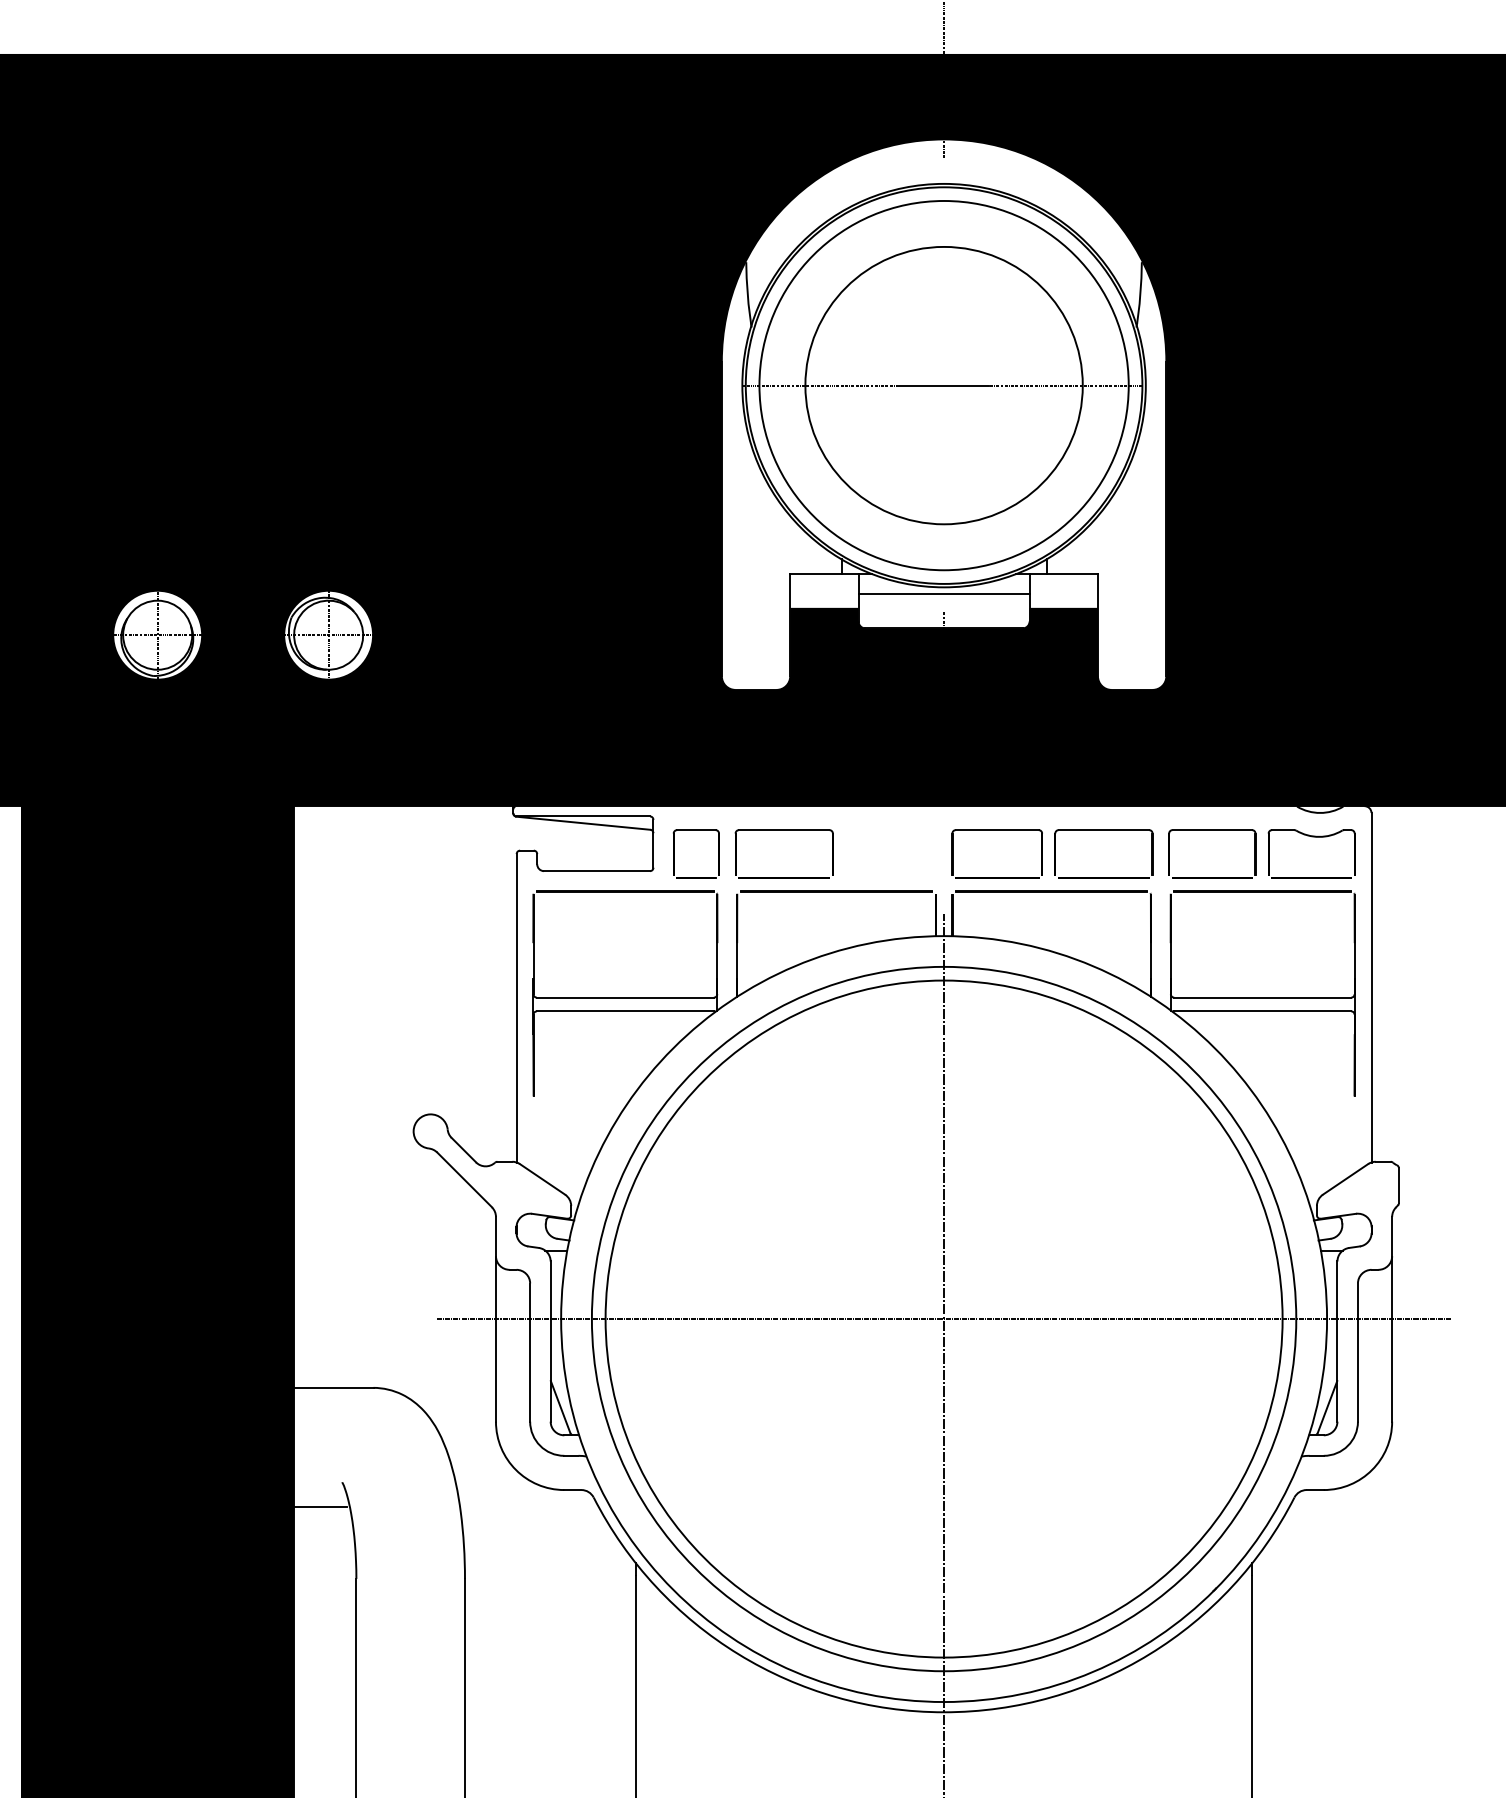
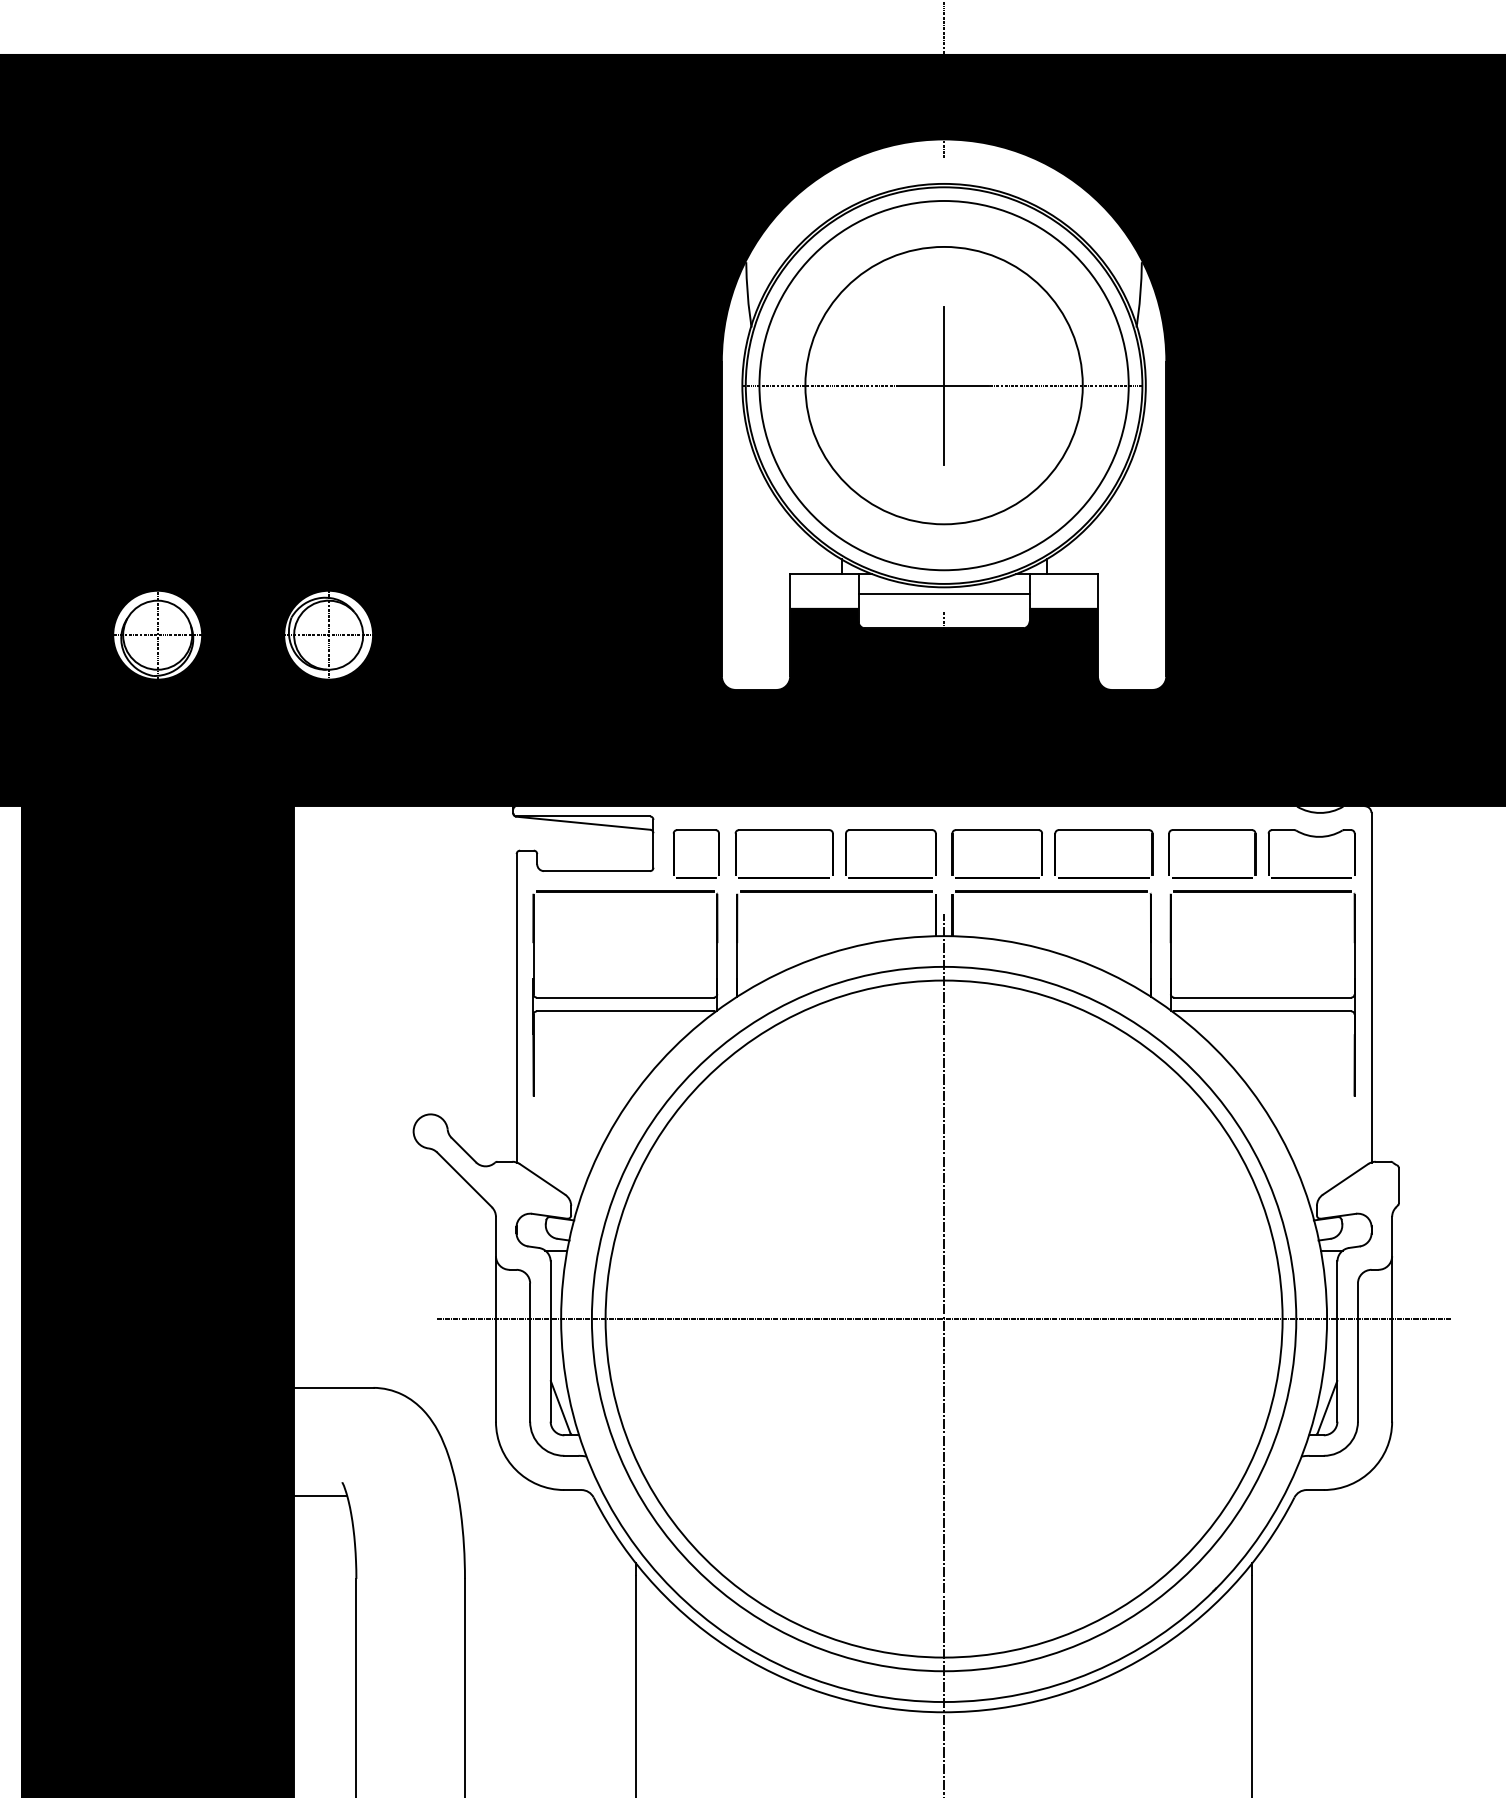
line at (944, 385): none -> present
part at (890, 830): none -> present
line at (320, 1507) position: (320, 1507) -> (320, 1496)
